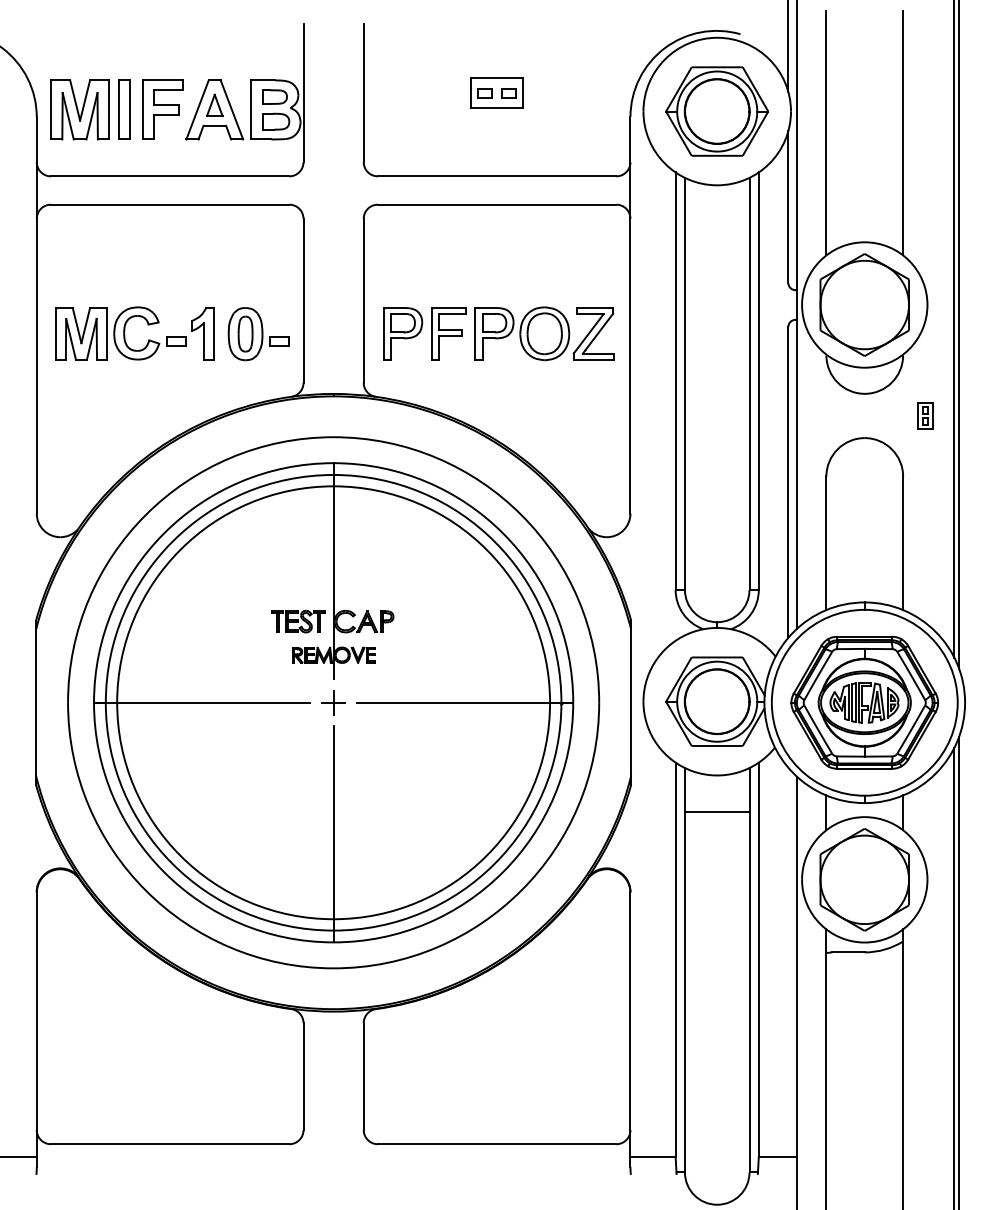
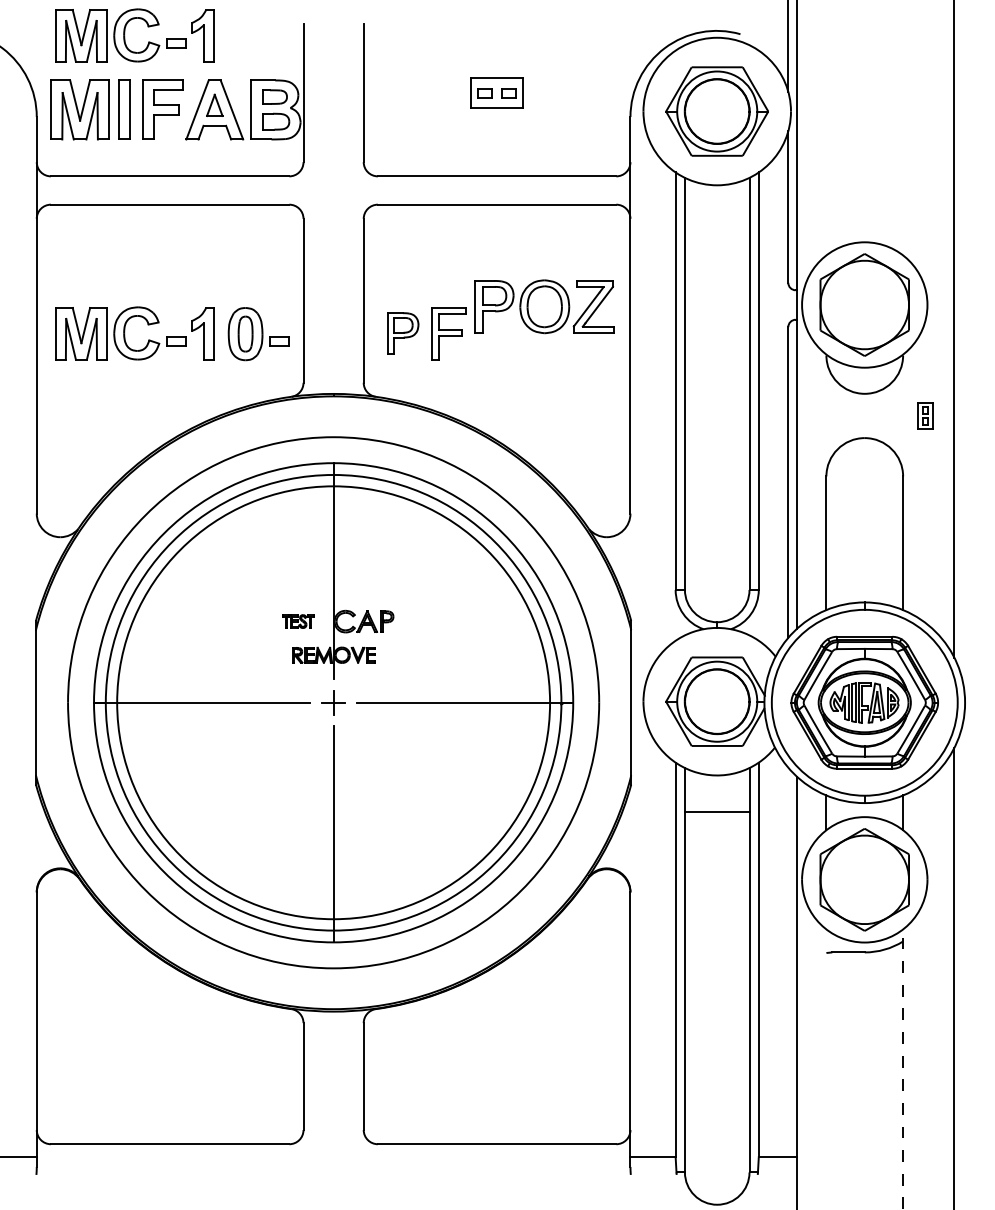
part at (125, 35): none -> present
line at (826, 133): present -> none
line at (903, 133): present -> none
part at (403, 333) size: 41x54 px -> 33x43 px
part at (544, 333) position: (544, 333) -> (544, 306)
line at (959, 335): present -> none
part at (298, 621) size: 55x25 px -> 33x15 px
line at (959, 971): present -> none
line at (826, 1067): present -> none
line at (903, 1069): solid -> dashed
